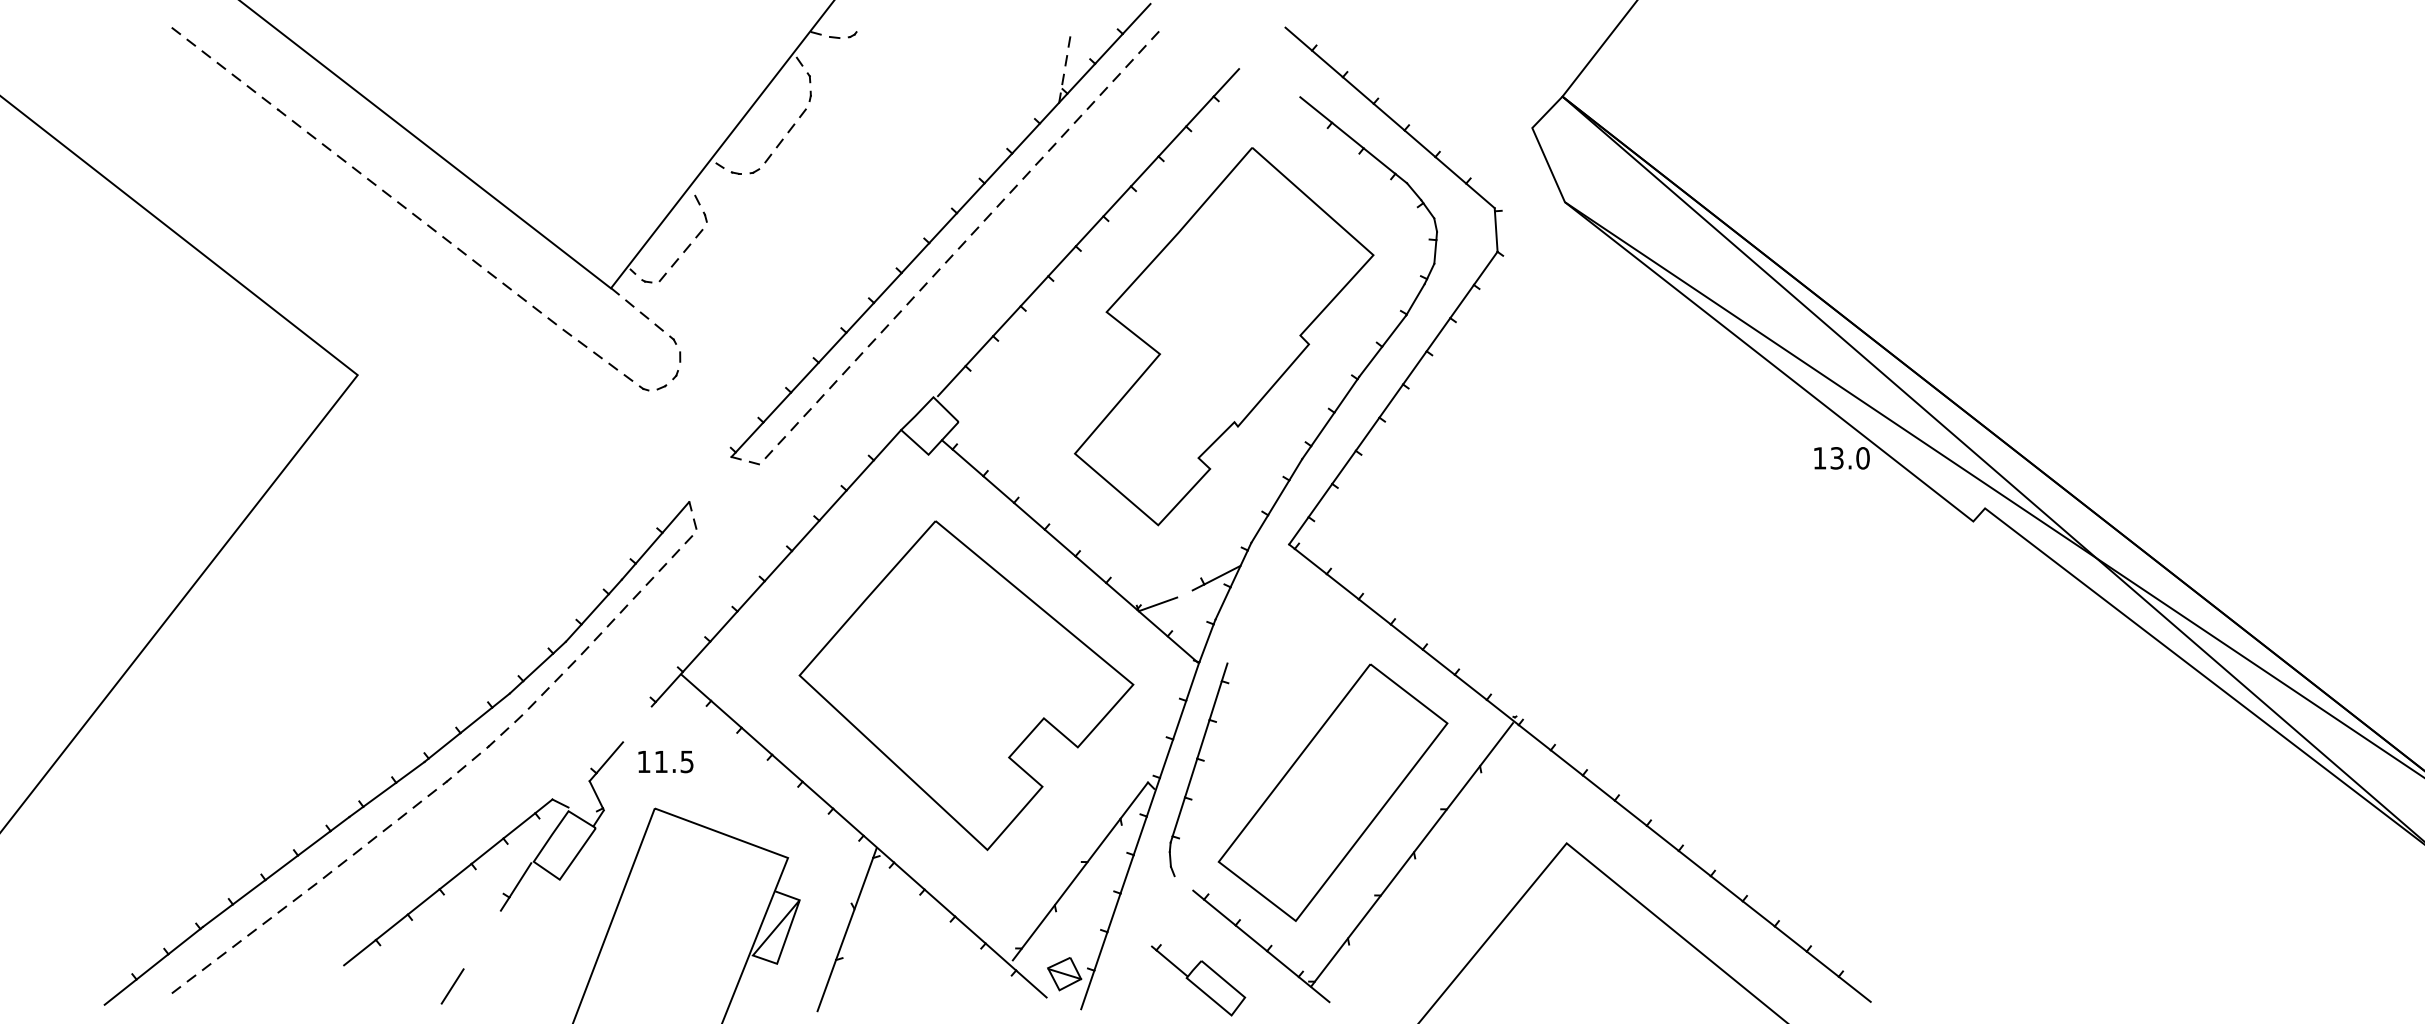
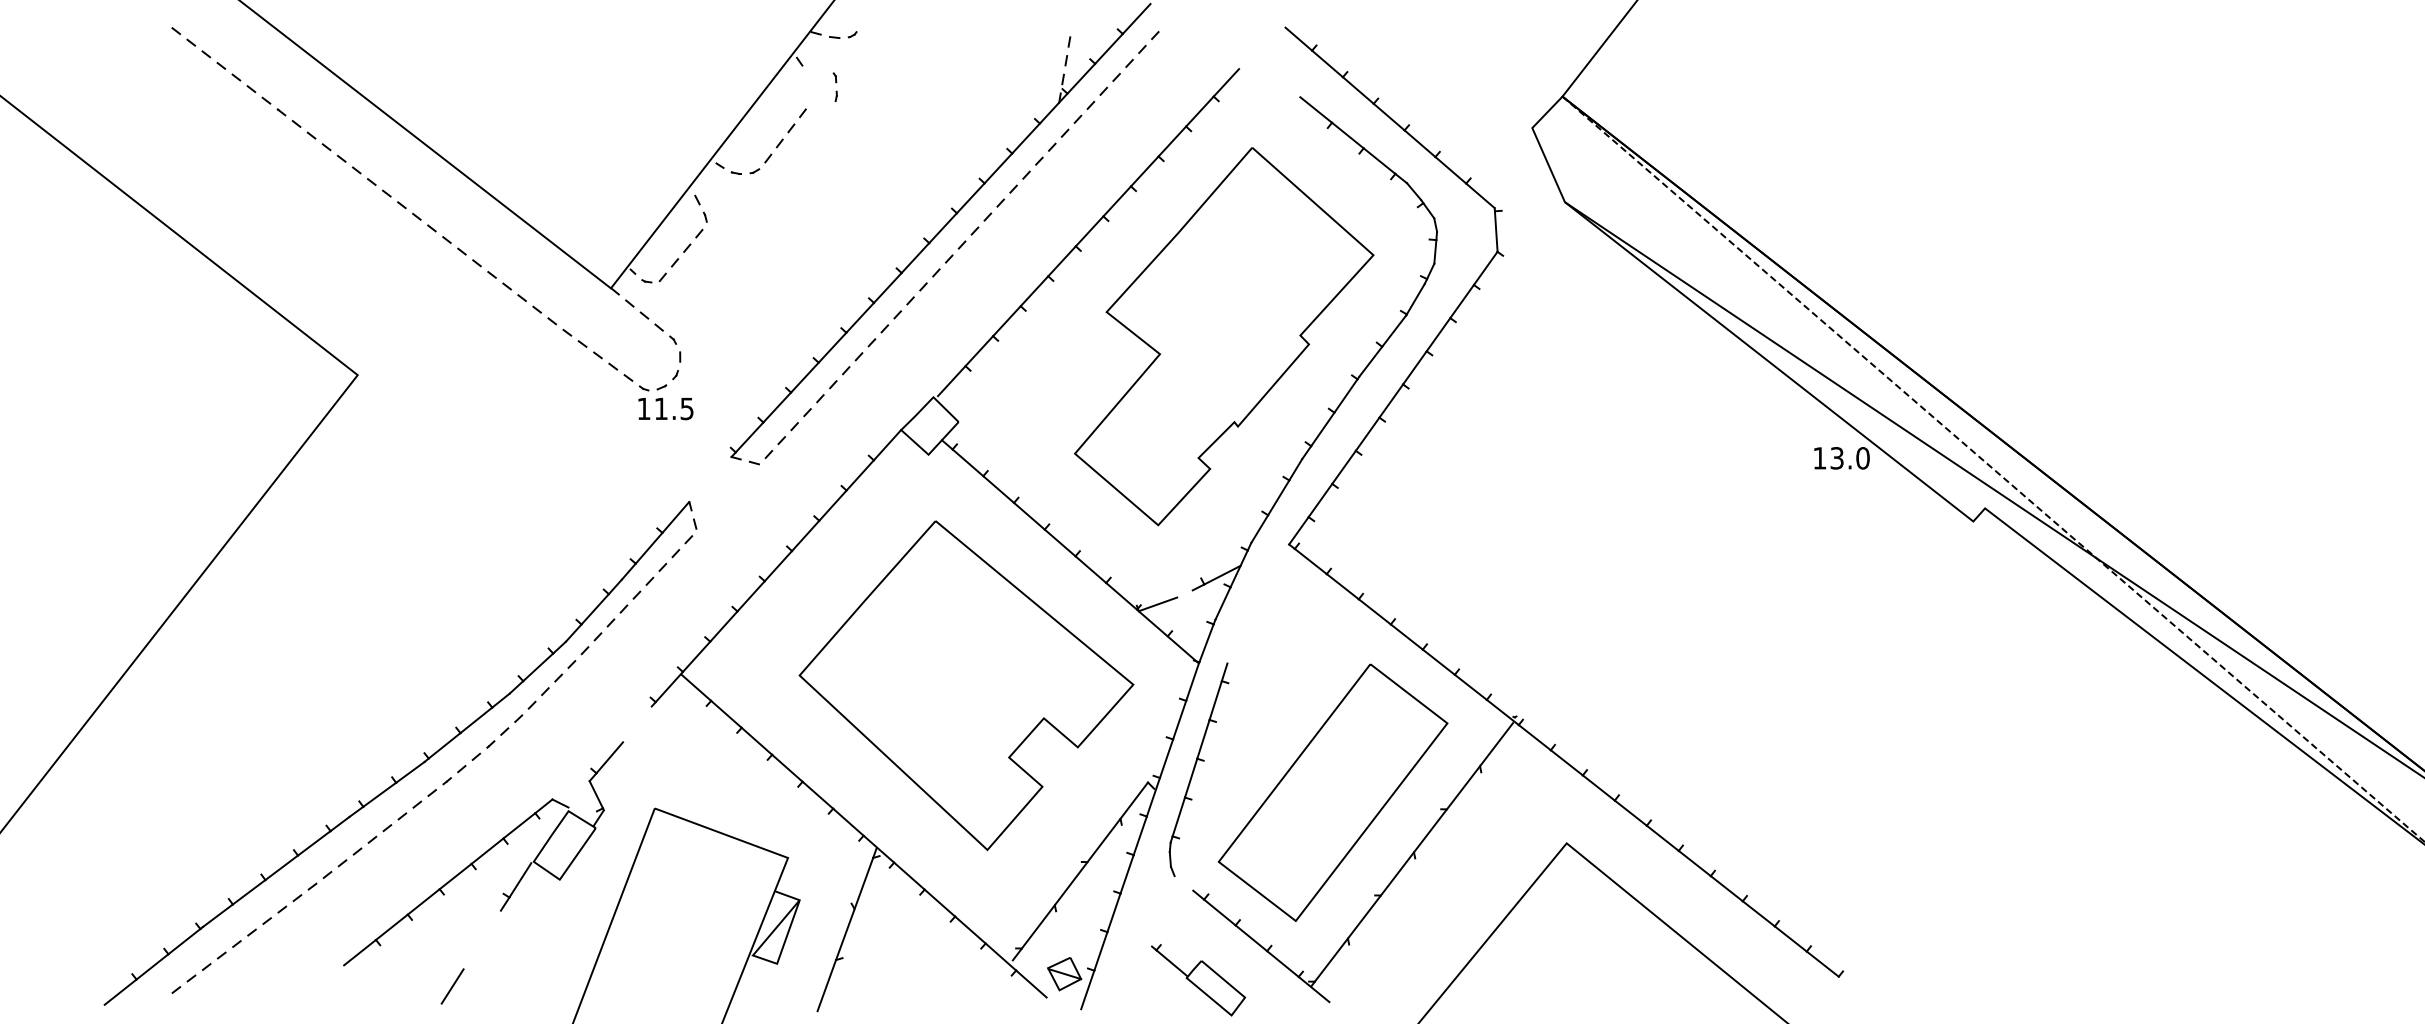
part at (808, 86) position: (808, 86) -> (834, 86)
line at (1994, 470): solid -> dashed
text at (665, 762) position: (665, 762) -> (665, 409)
line at (1854, 988): present -> none
